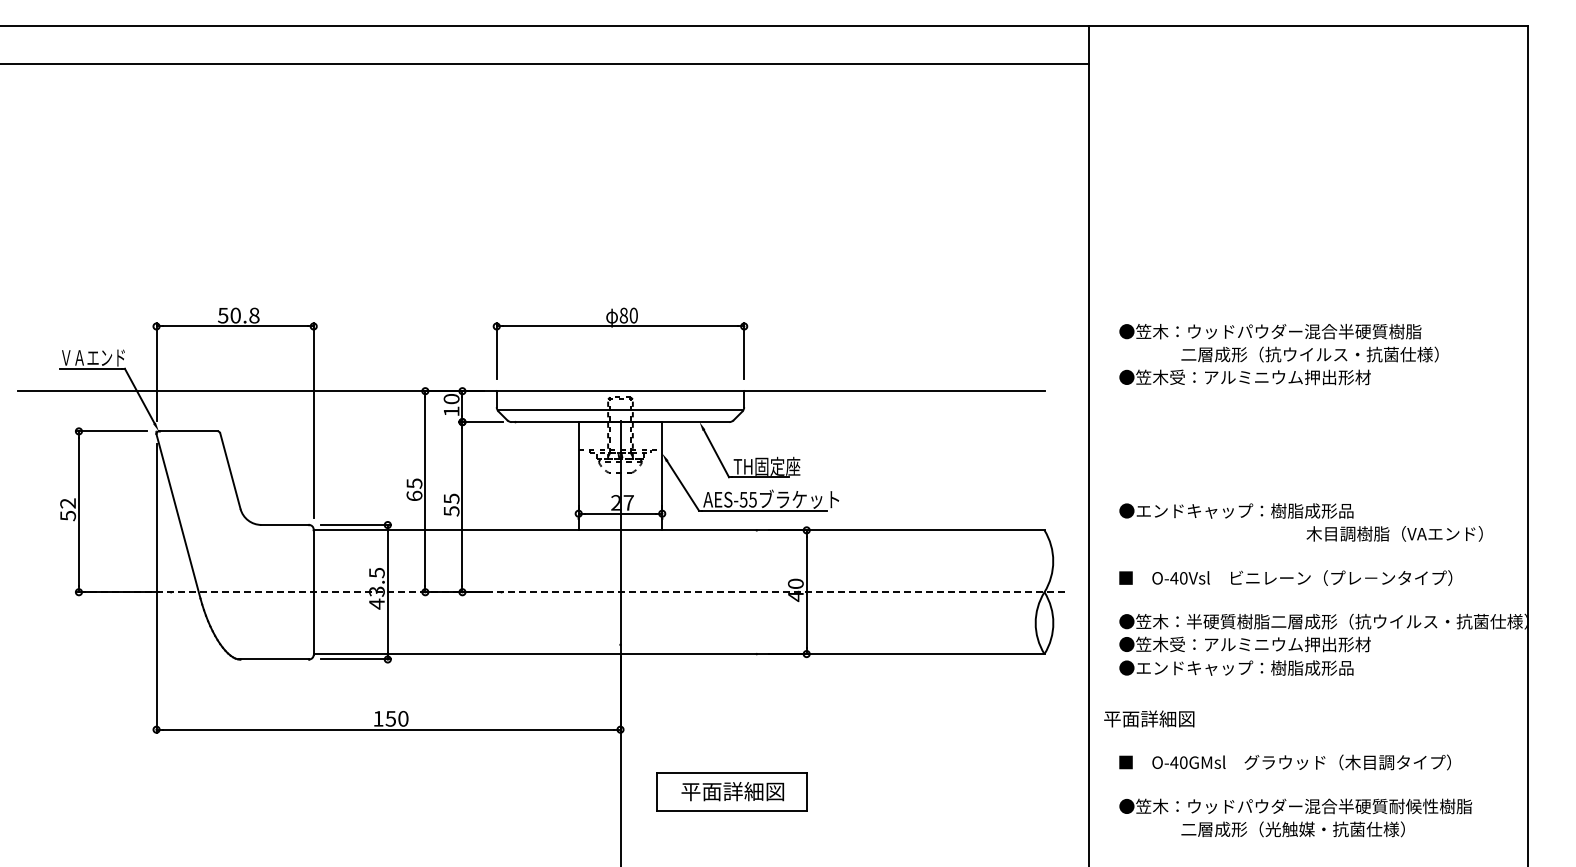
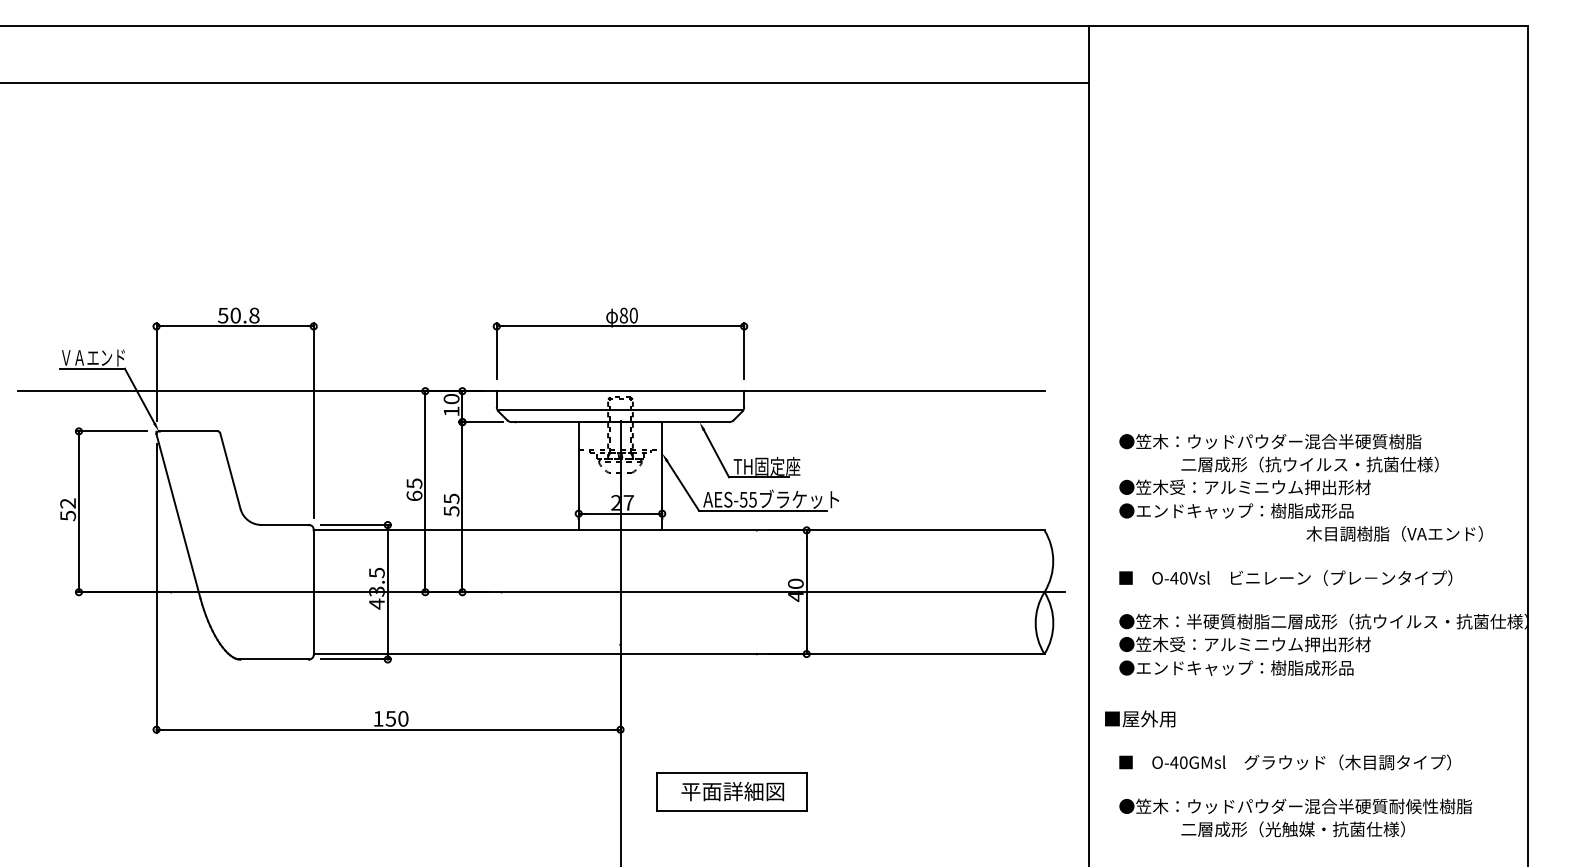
line at (545, 64) position: (545, 64) -> (545, 83)
text at (1278, 354) position: (1278, 354) -> (1278, 464)
line at (572, 592): dashed -> solid
text at (1149, 718): 平面詳細図 -> ■屋外用
